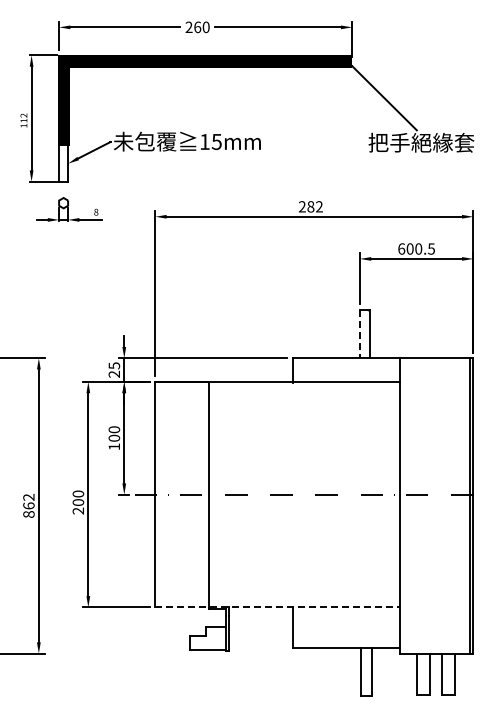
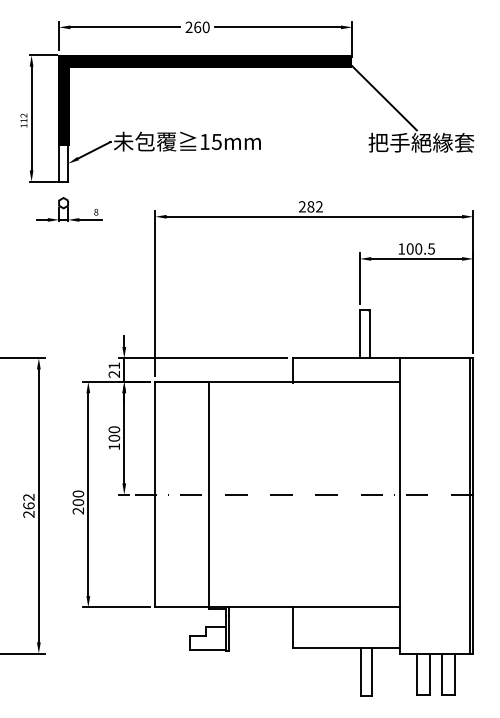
text at (401, 248): 600.5 -> 100.5
line at (359, 334): dashed -> solid
text at (114, 365): 25 -> 21
text at (28, 514): 862 -> 262
line at (278, 607): dashed -> solid
